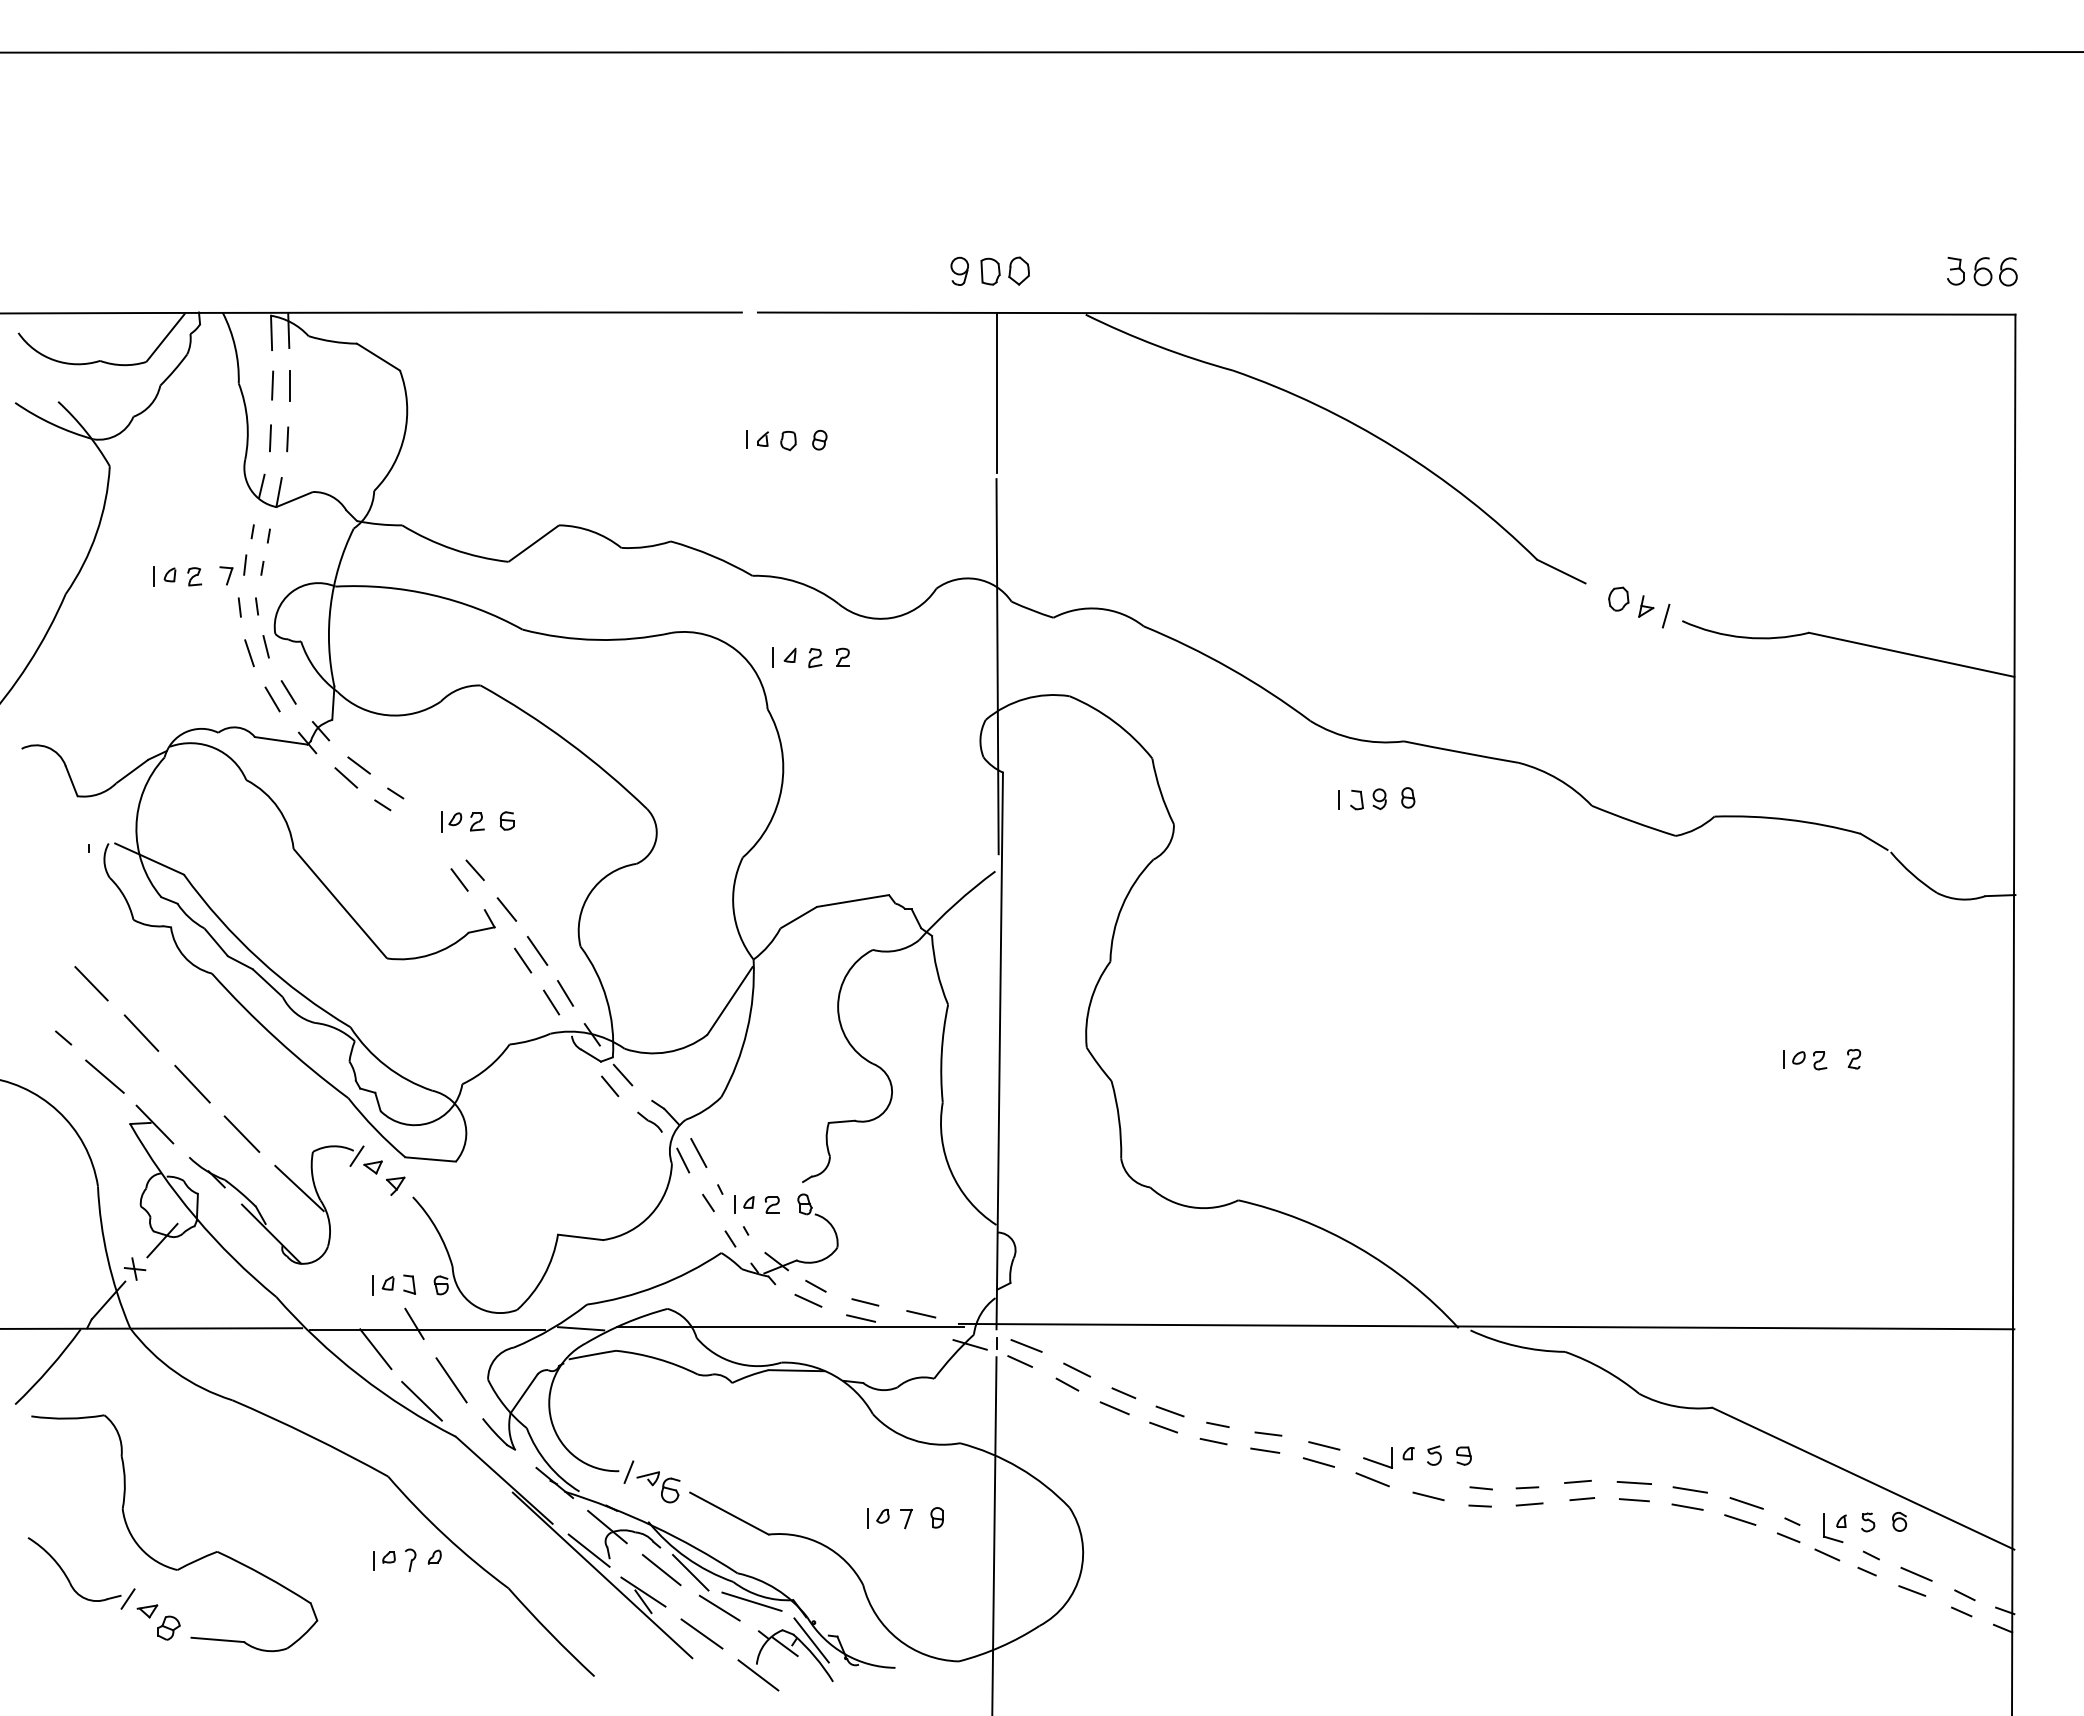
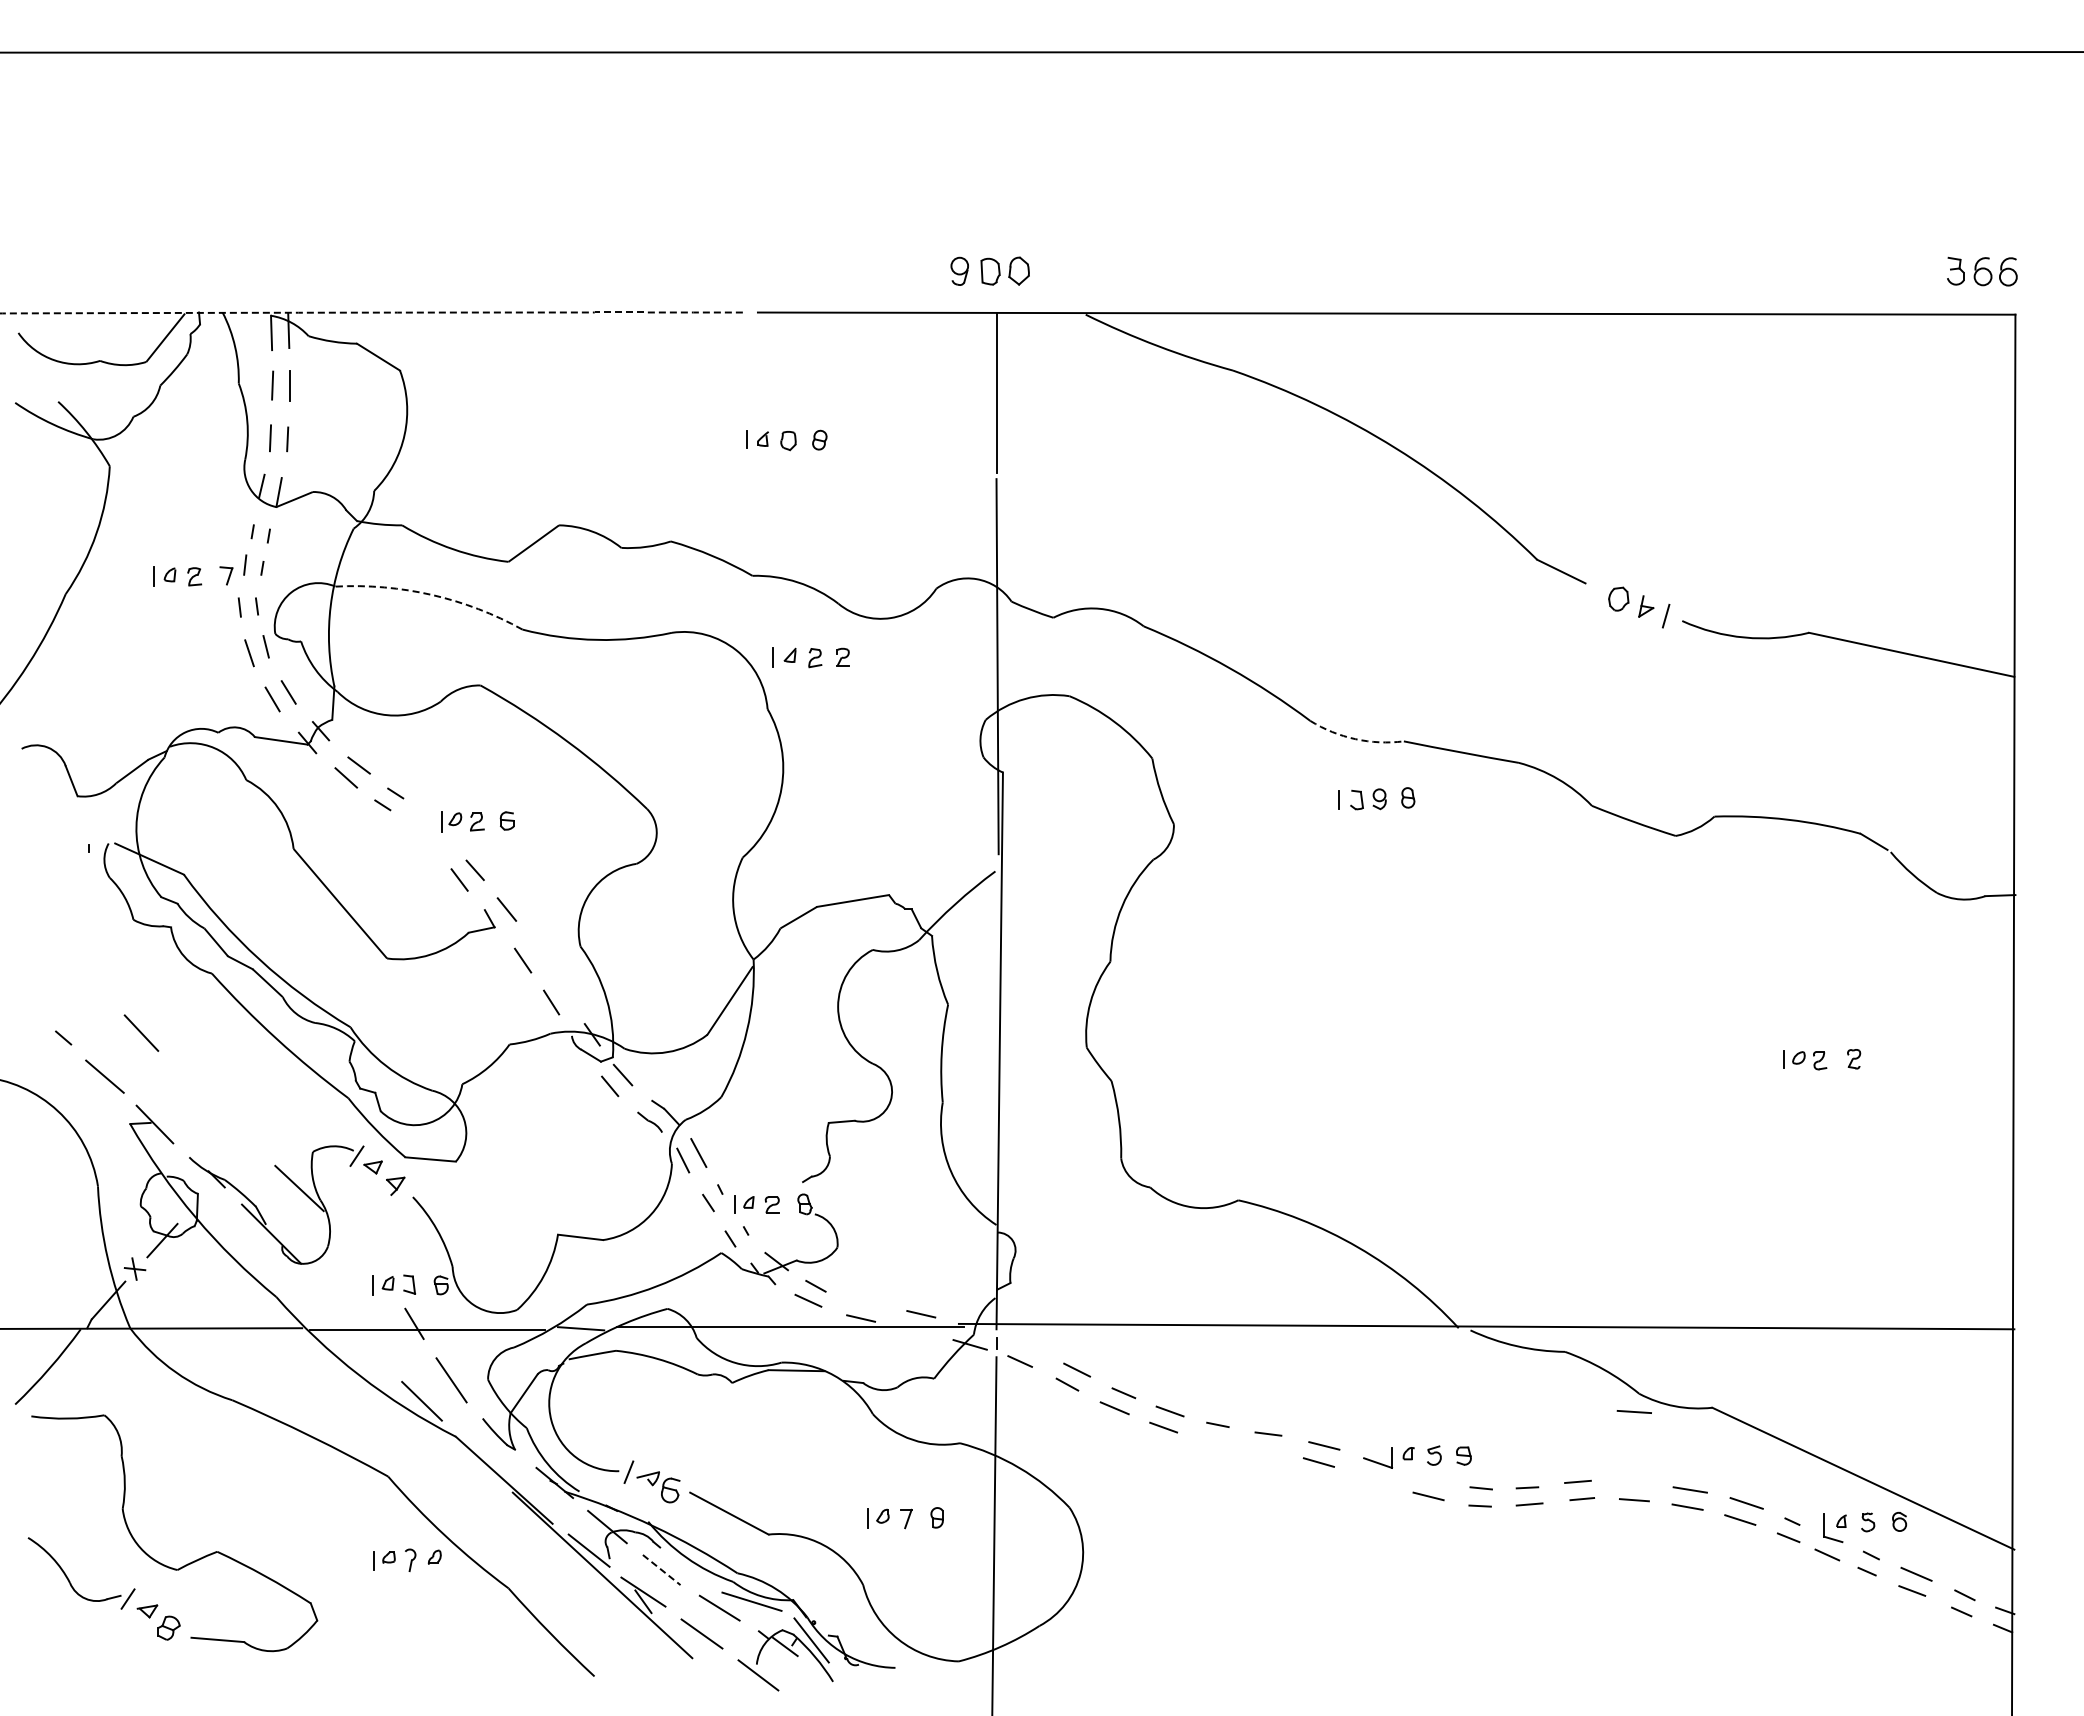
arc at (370, 312): solid -> dashed
arc at (432, 594): solid -> dashed
arc at (1355, 739): solid -> dashed
line at (537, 950): present -> none
line at (91, 983): present -> none
line at (565, 993): present -> none
line at (192, 1083): present -> none
line at (241, 1133): present -> none
line at (865, 1302): present -> none
line at (1026, 1345): present -> none
line at (375, 1349): present -> none
line at (1213, 1441): present -> none
line at (1265, 1450): present -> none
line at (1372, 1479): present -> none
line at (1633, 1482) position: (1633, 1482) -> (1633, 1411)
line at (662, 1570): solid -> dashed
line at (690, 1572): present -> none
